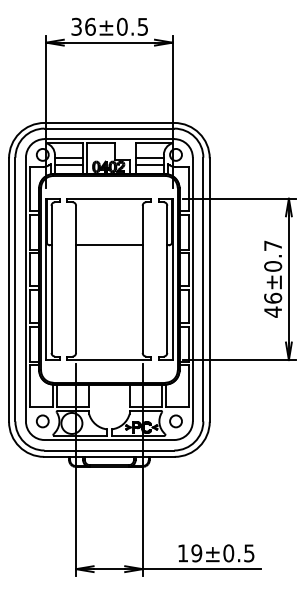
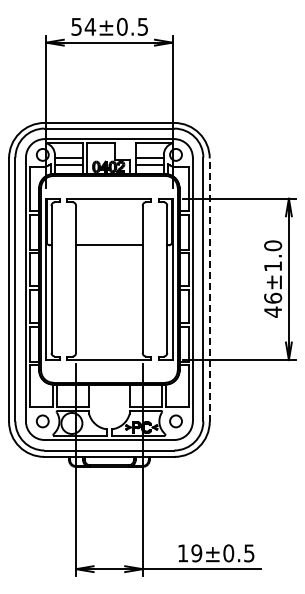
text at (84, 26): 36±0.5 -> 54±0.5
text at (273, 255): 46±0.7 -> 46±1.0
line at (209, 290): solid -> dashed
